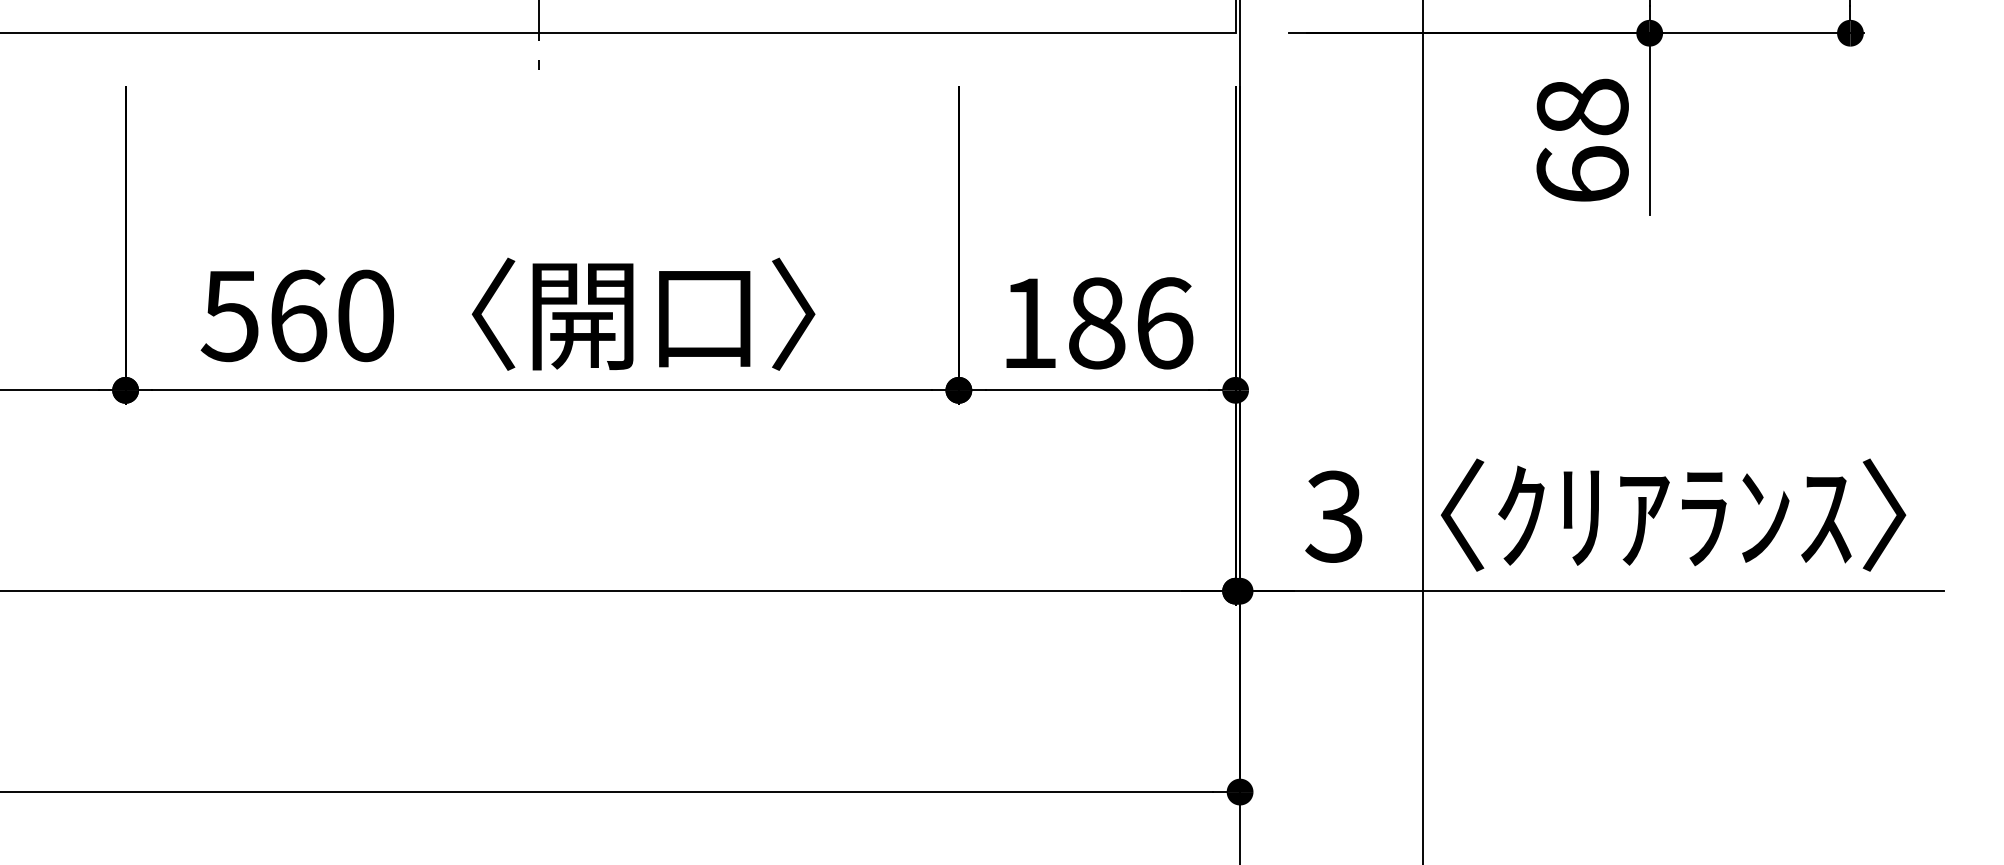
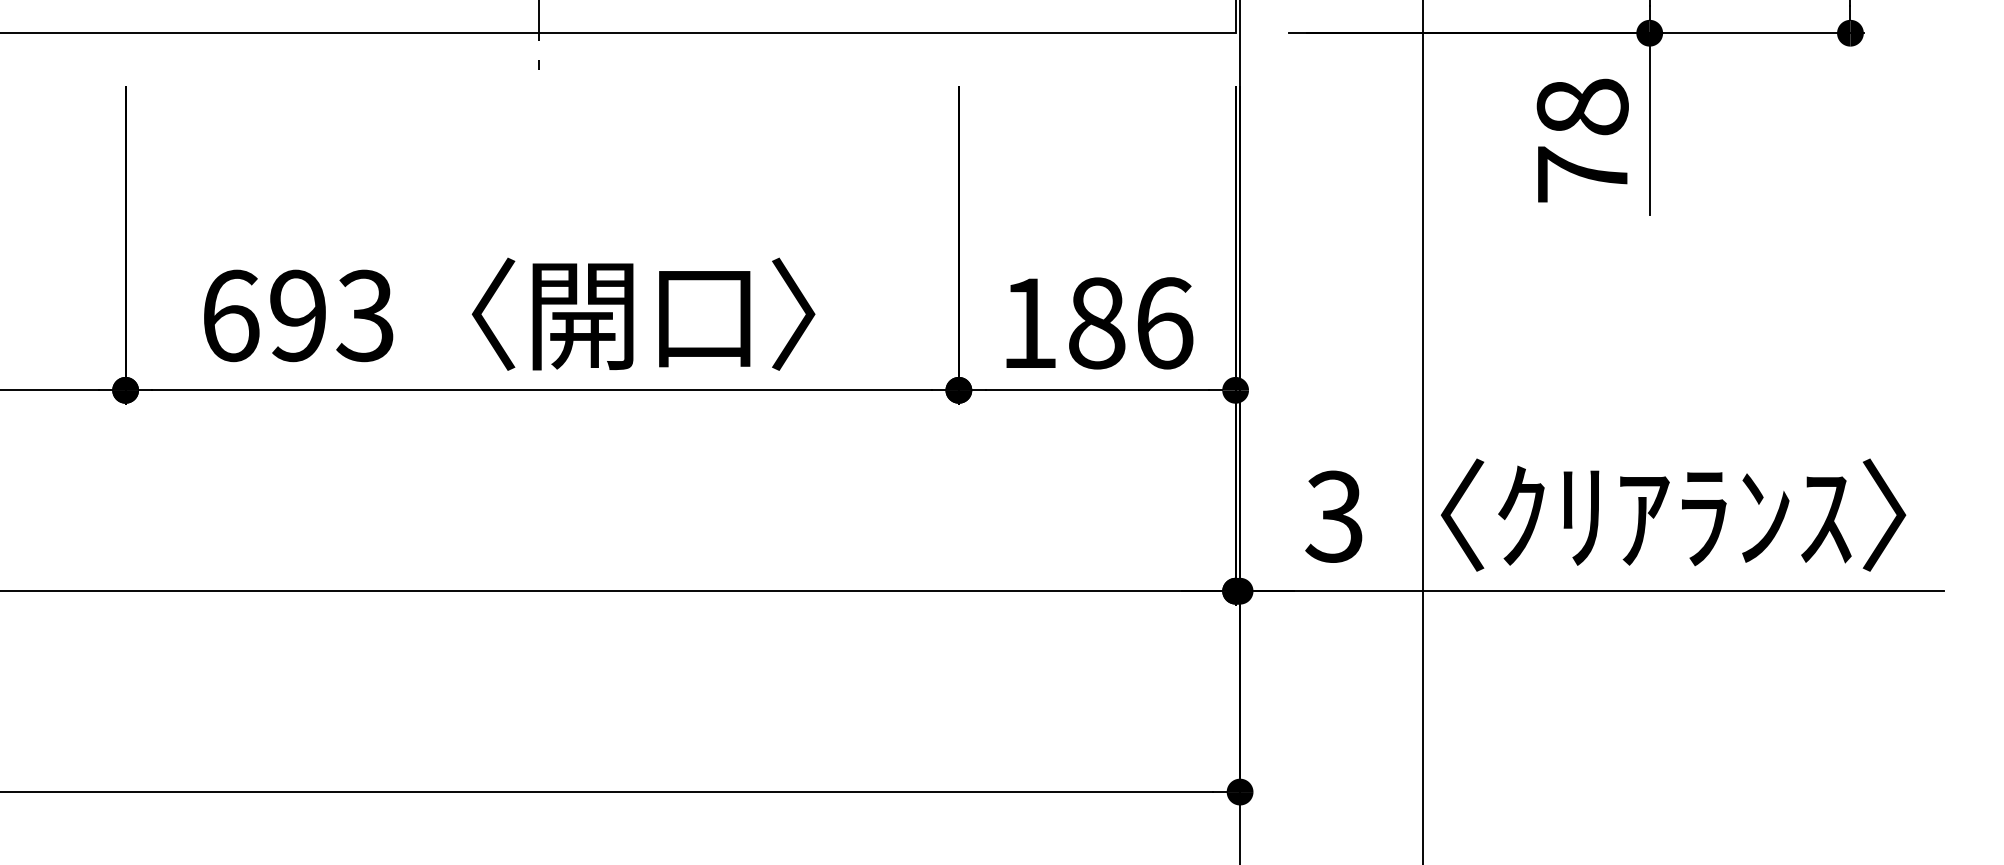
text at (1582, 174): 68 -> 78
text at (296, 315): 560 -> 693
